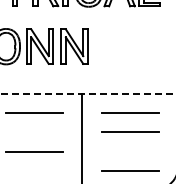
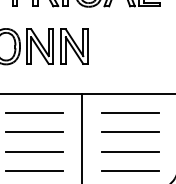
line at (88, 93): dashed -> solid
line at (34, 132): none -> present
line at (130, 151): none -> present
line at (34, 170): none -> present
